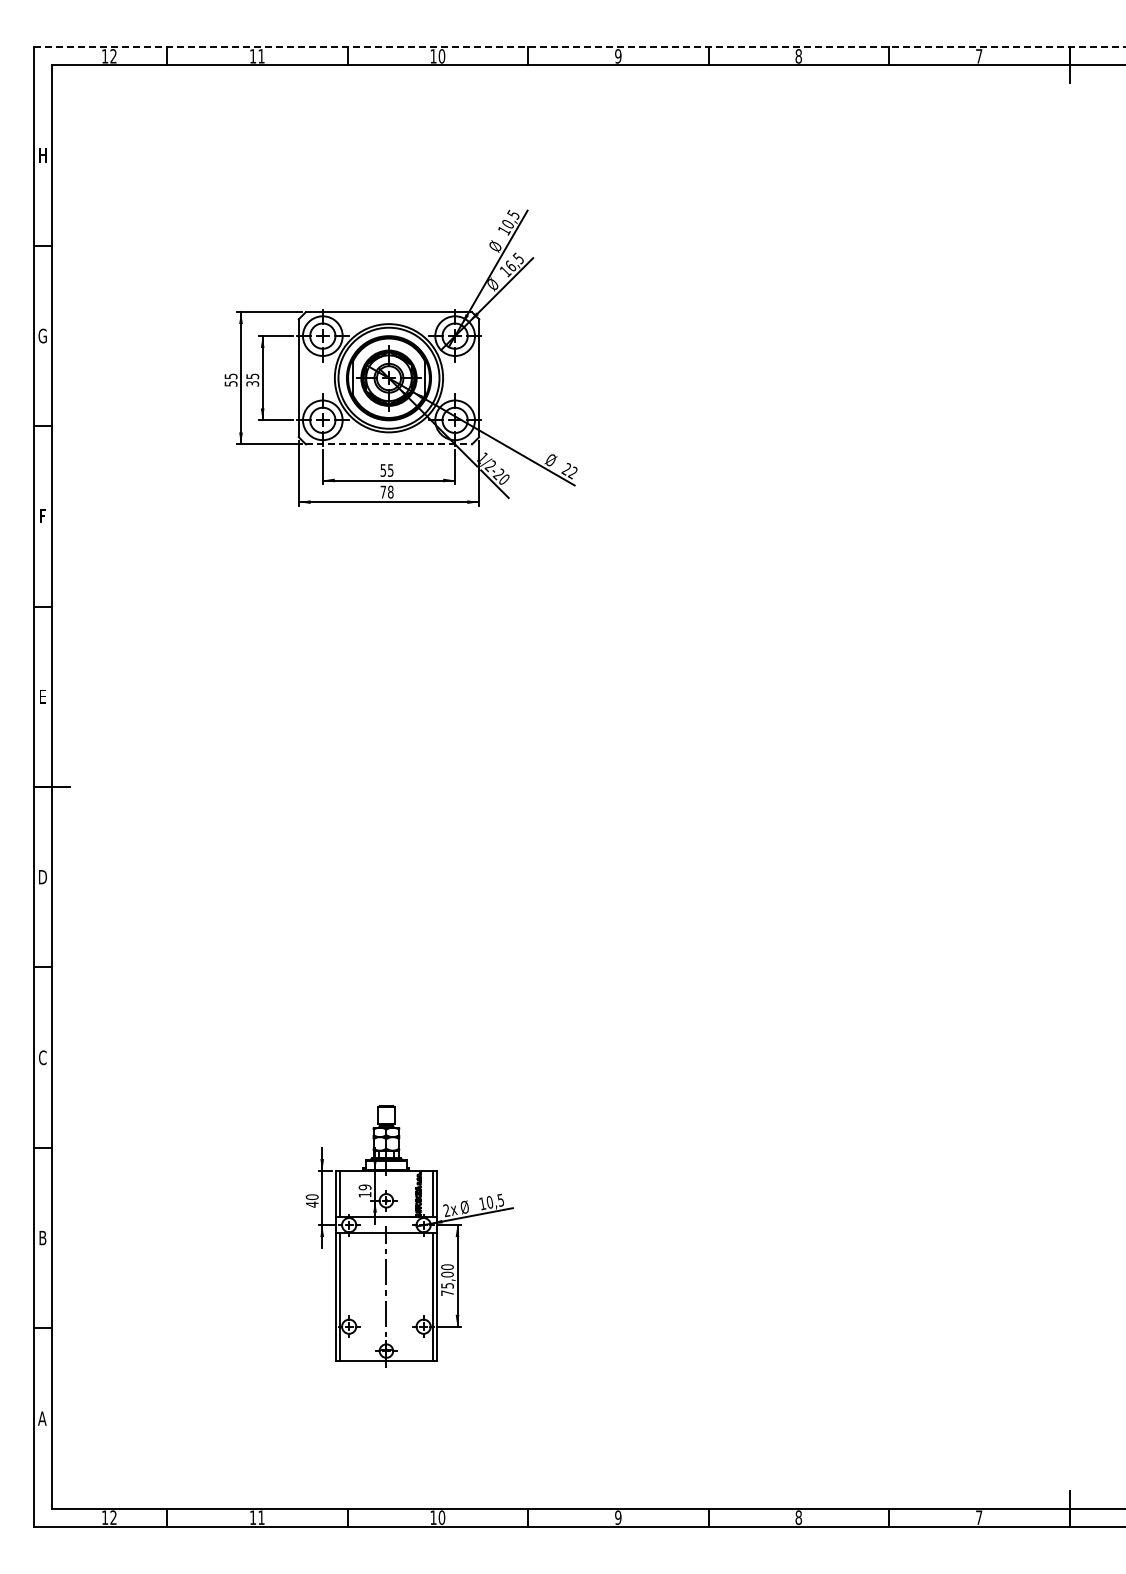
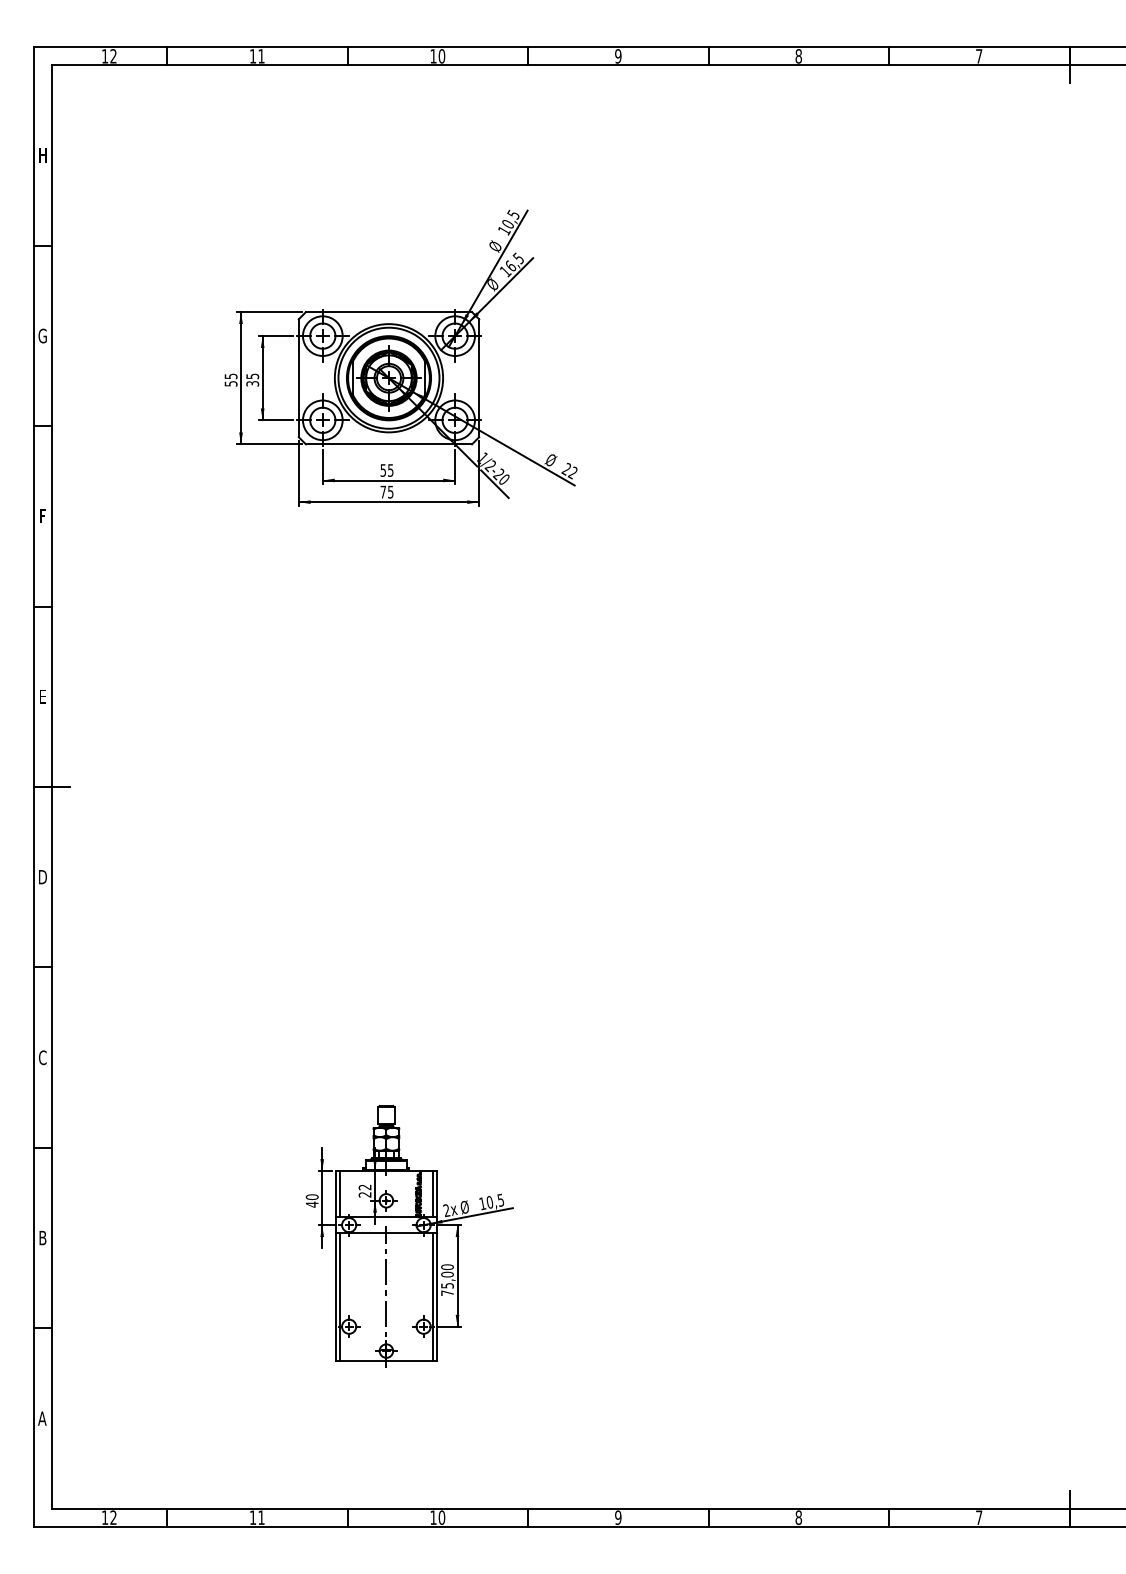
line at (579, 47): dashed -> solid
line at (388, 444): dashed -> solid
text at (390, 491): 78 -> 75
text at (364, 1190): 19 -> 22
